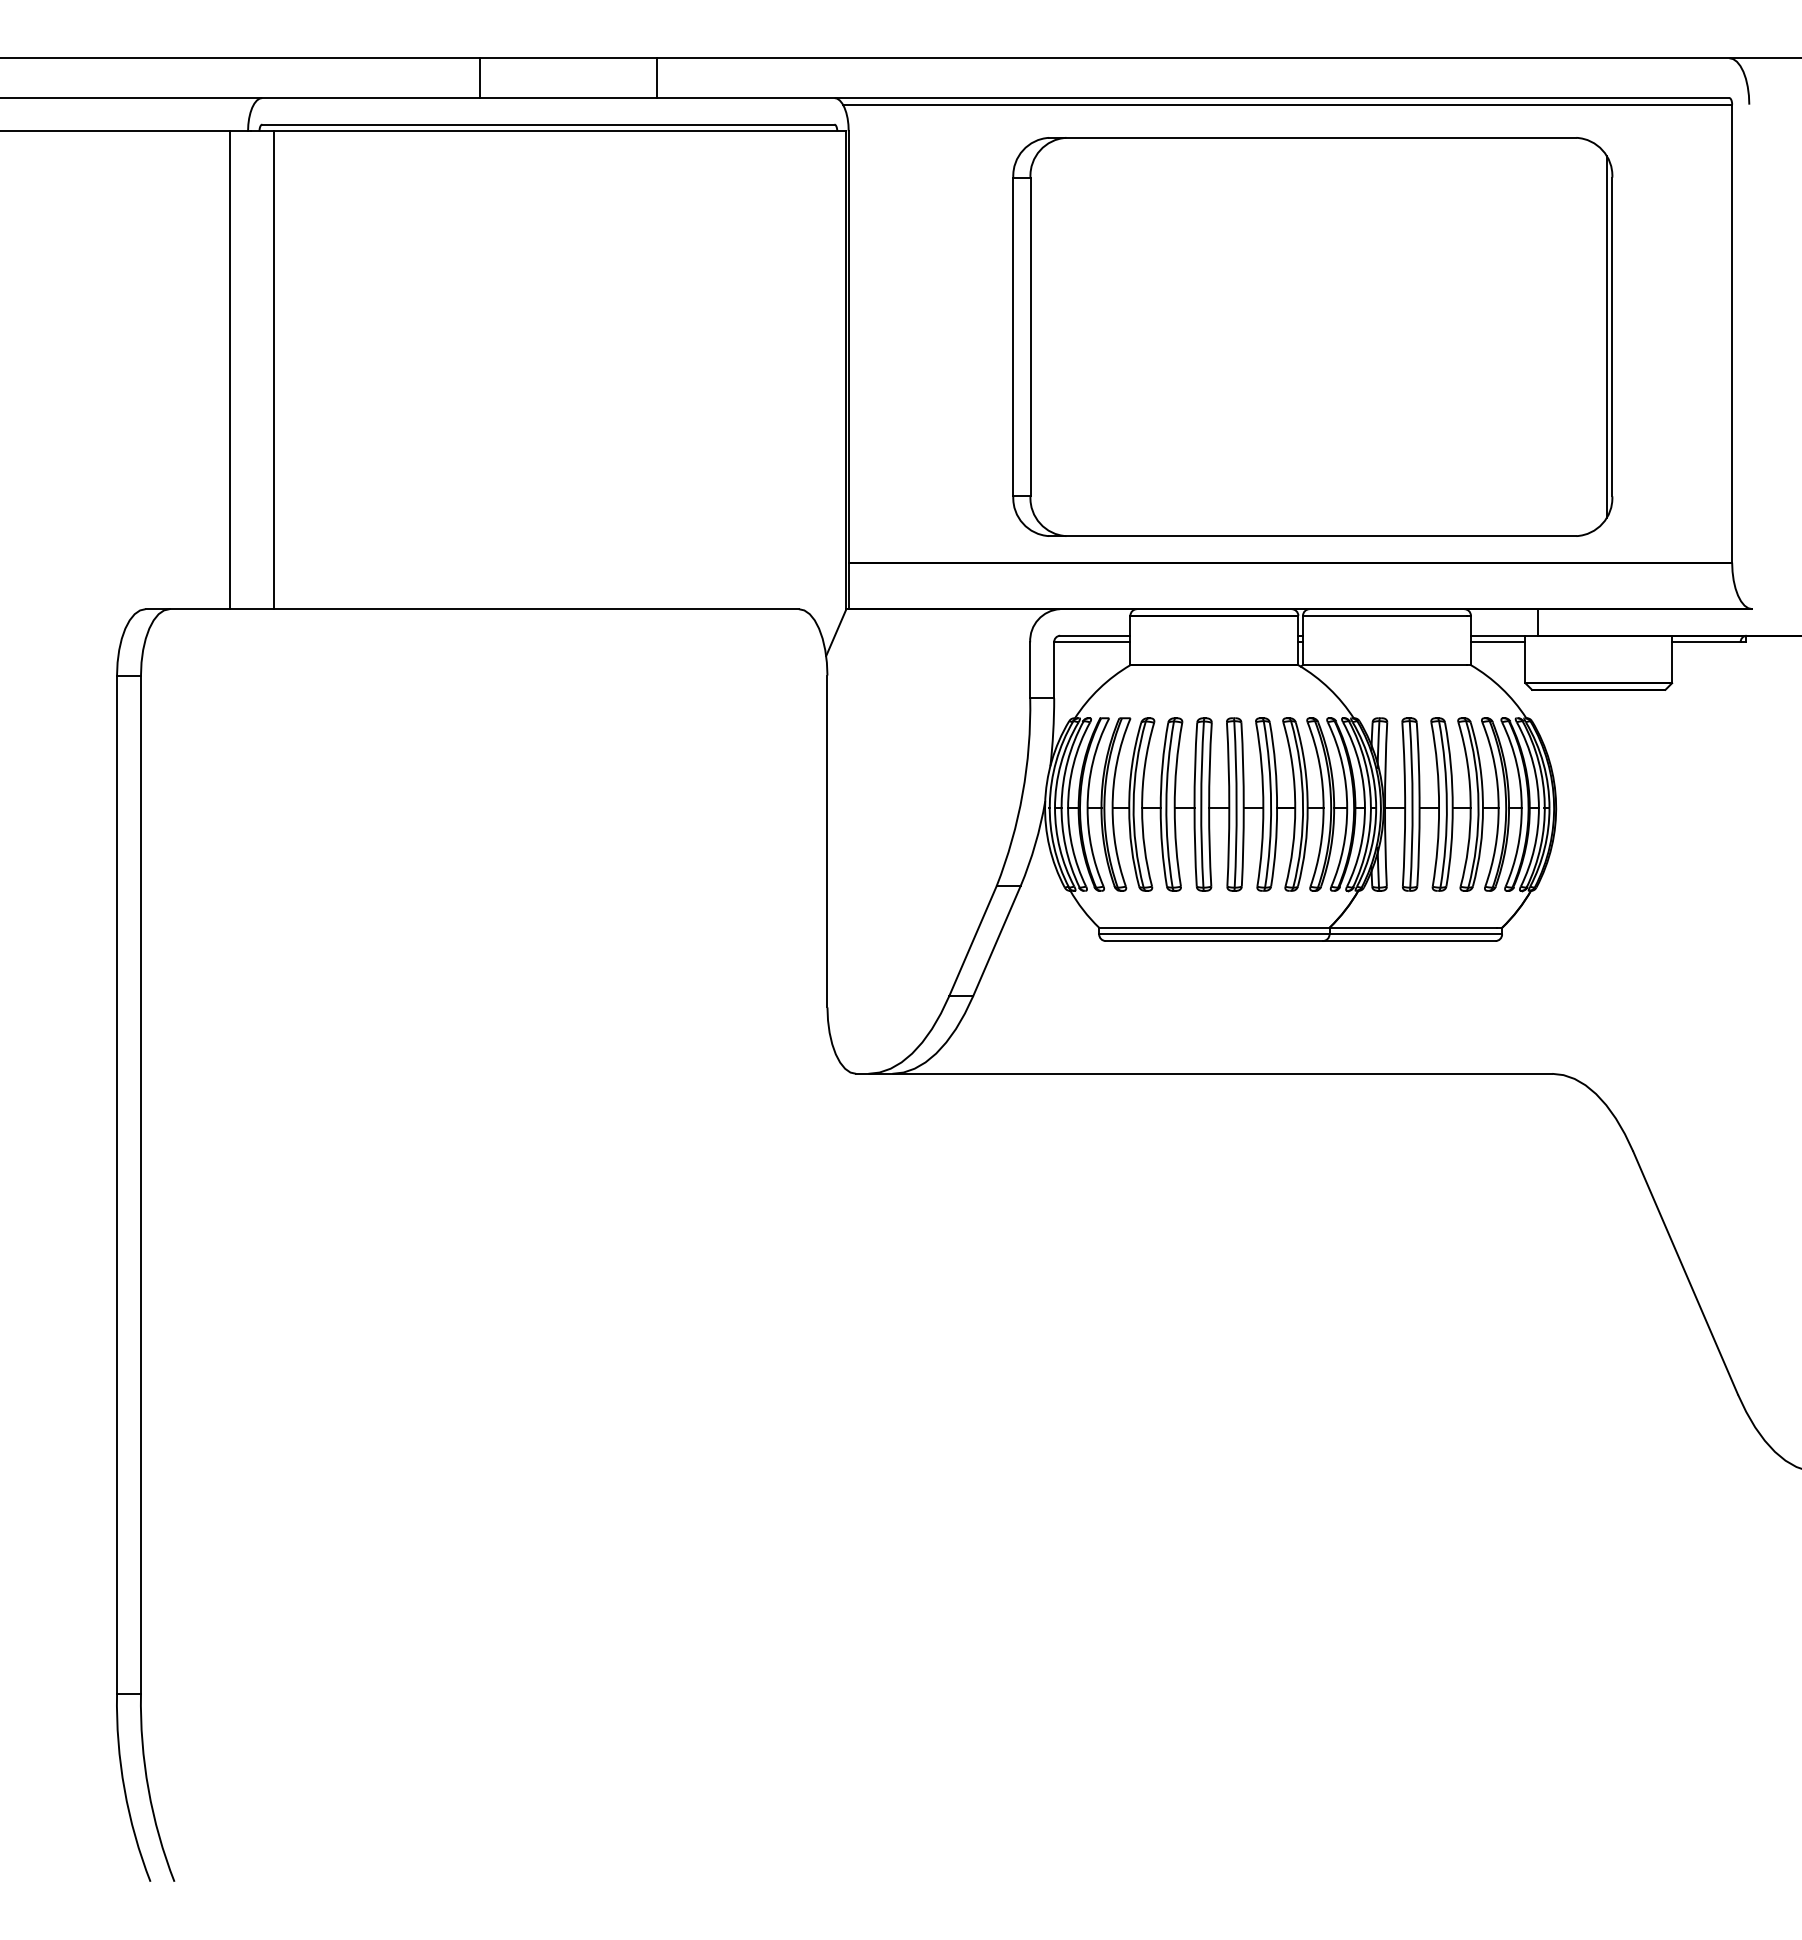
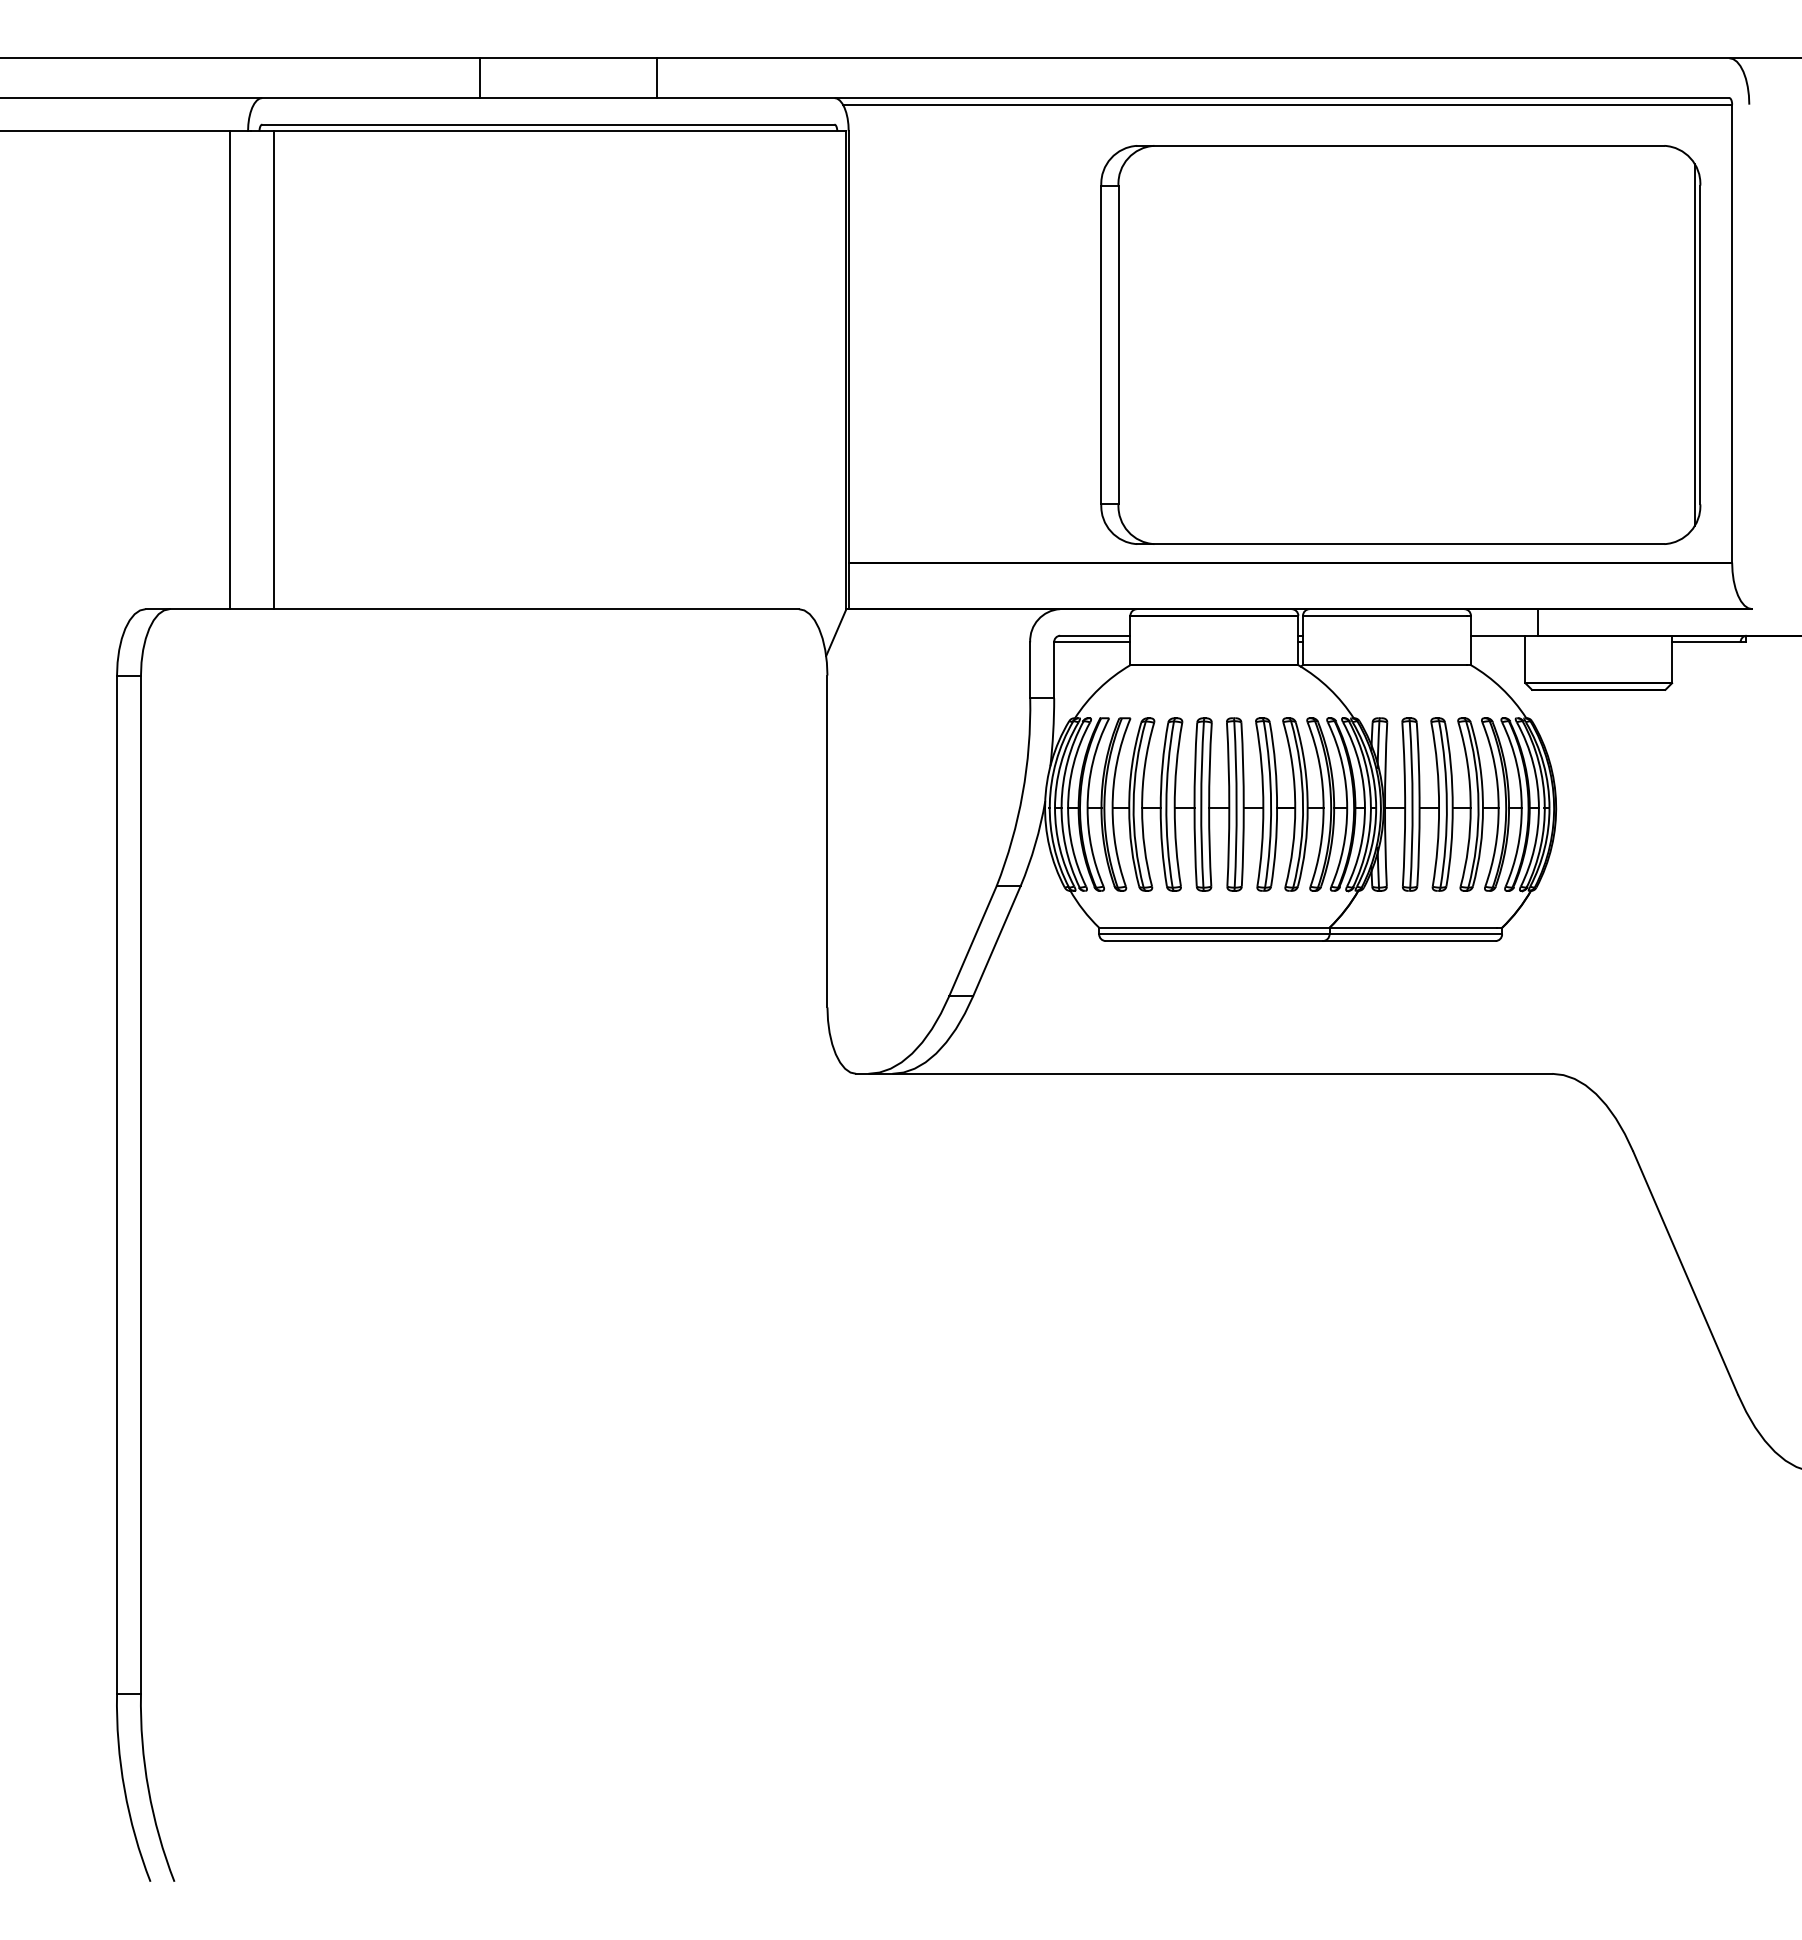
part at (1312, 336) position: (1312, 336) -> (1400, 344)
line at (1497, 642): present -> none
